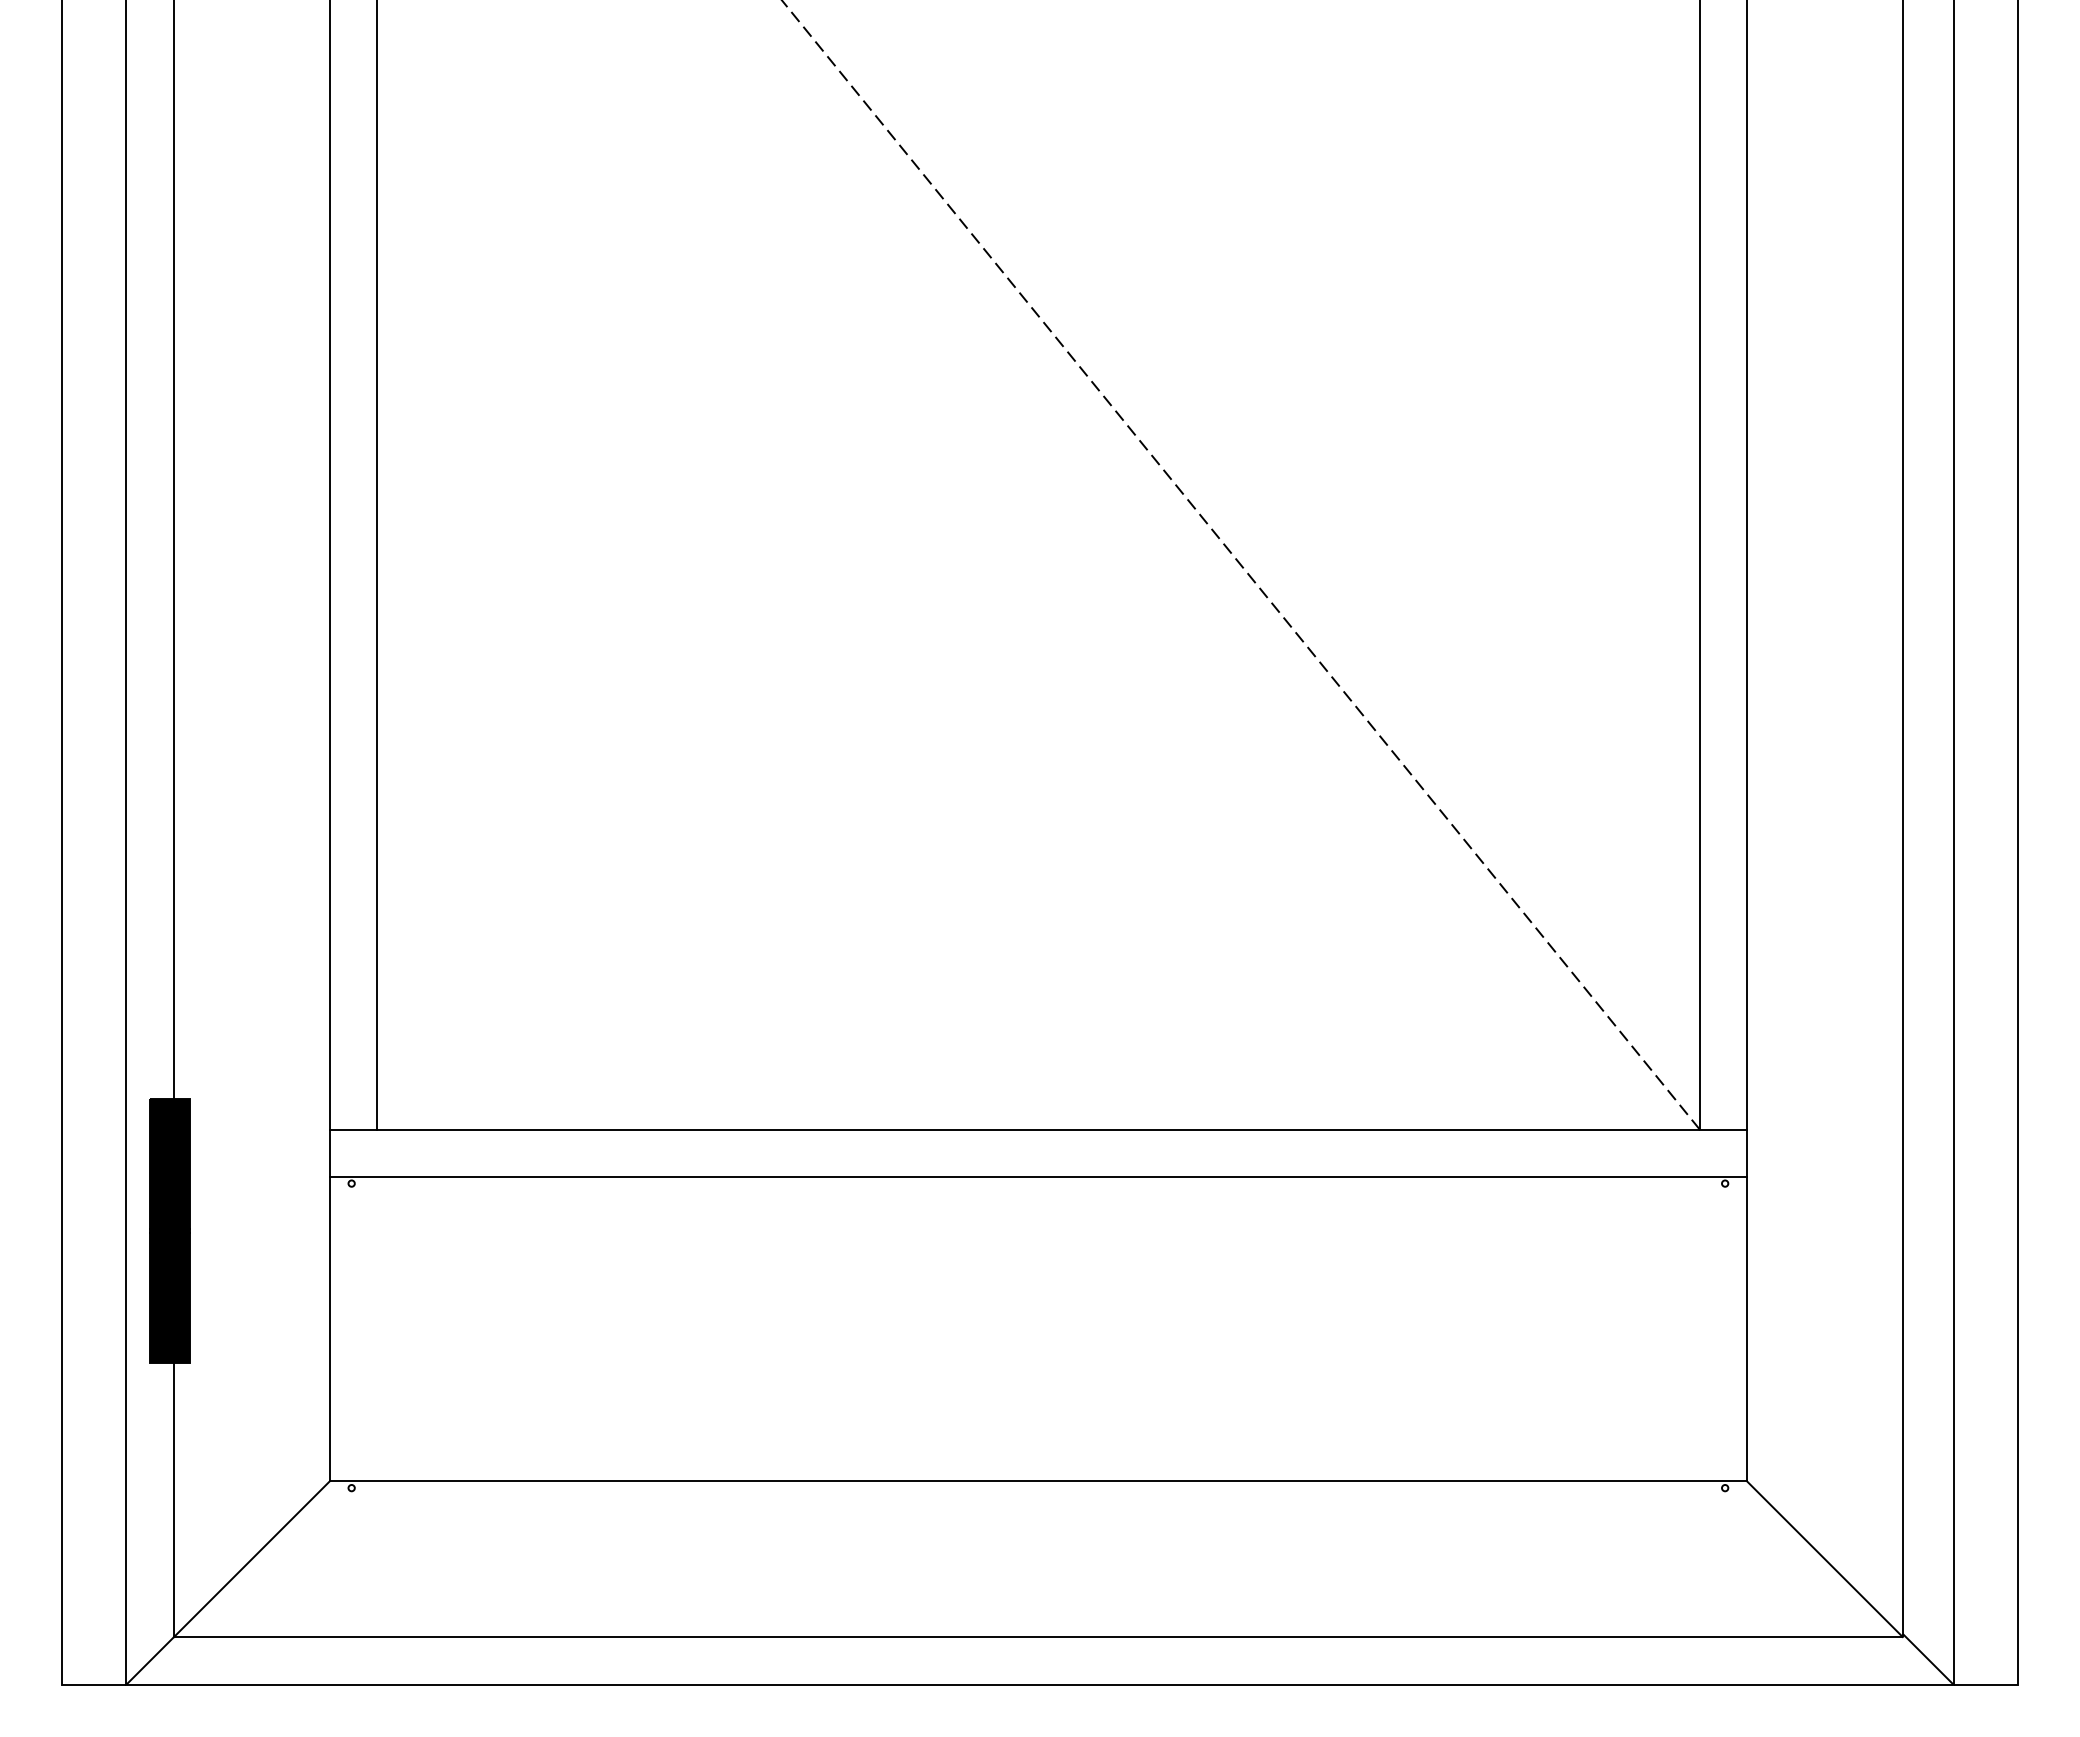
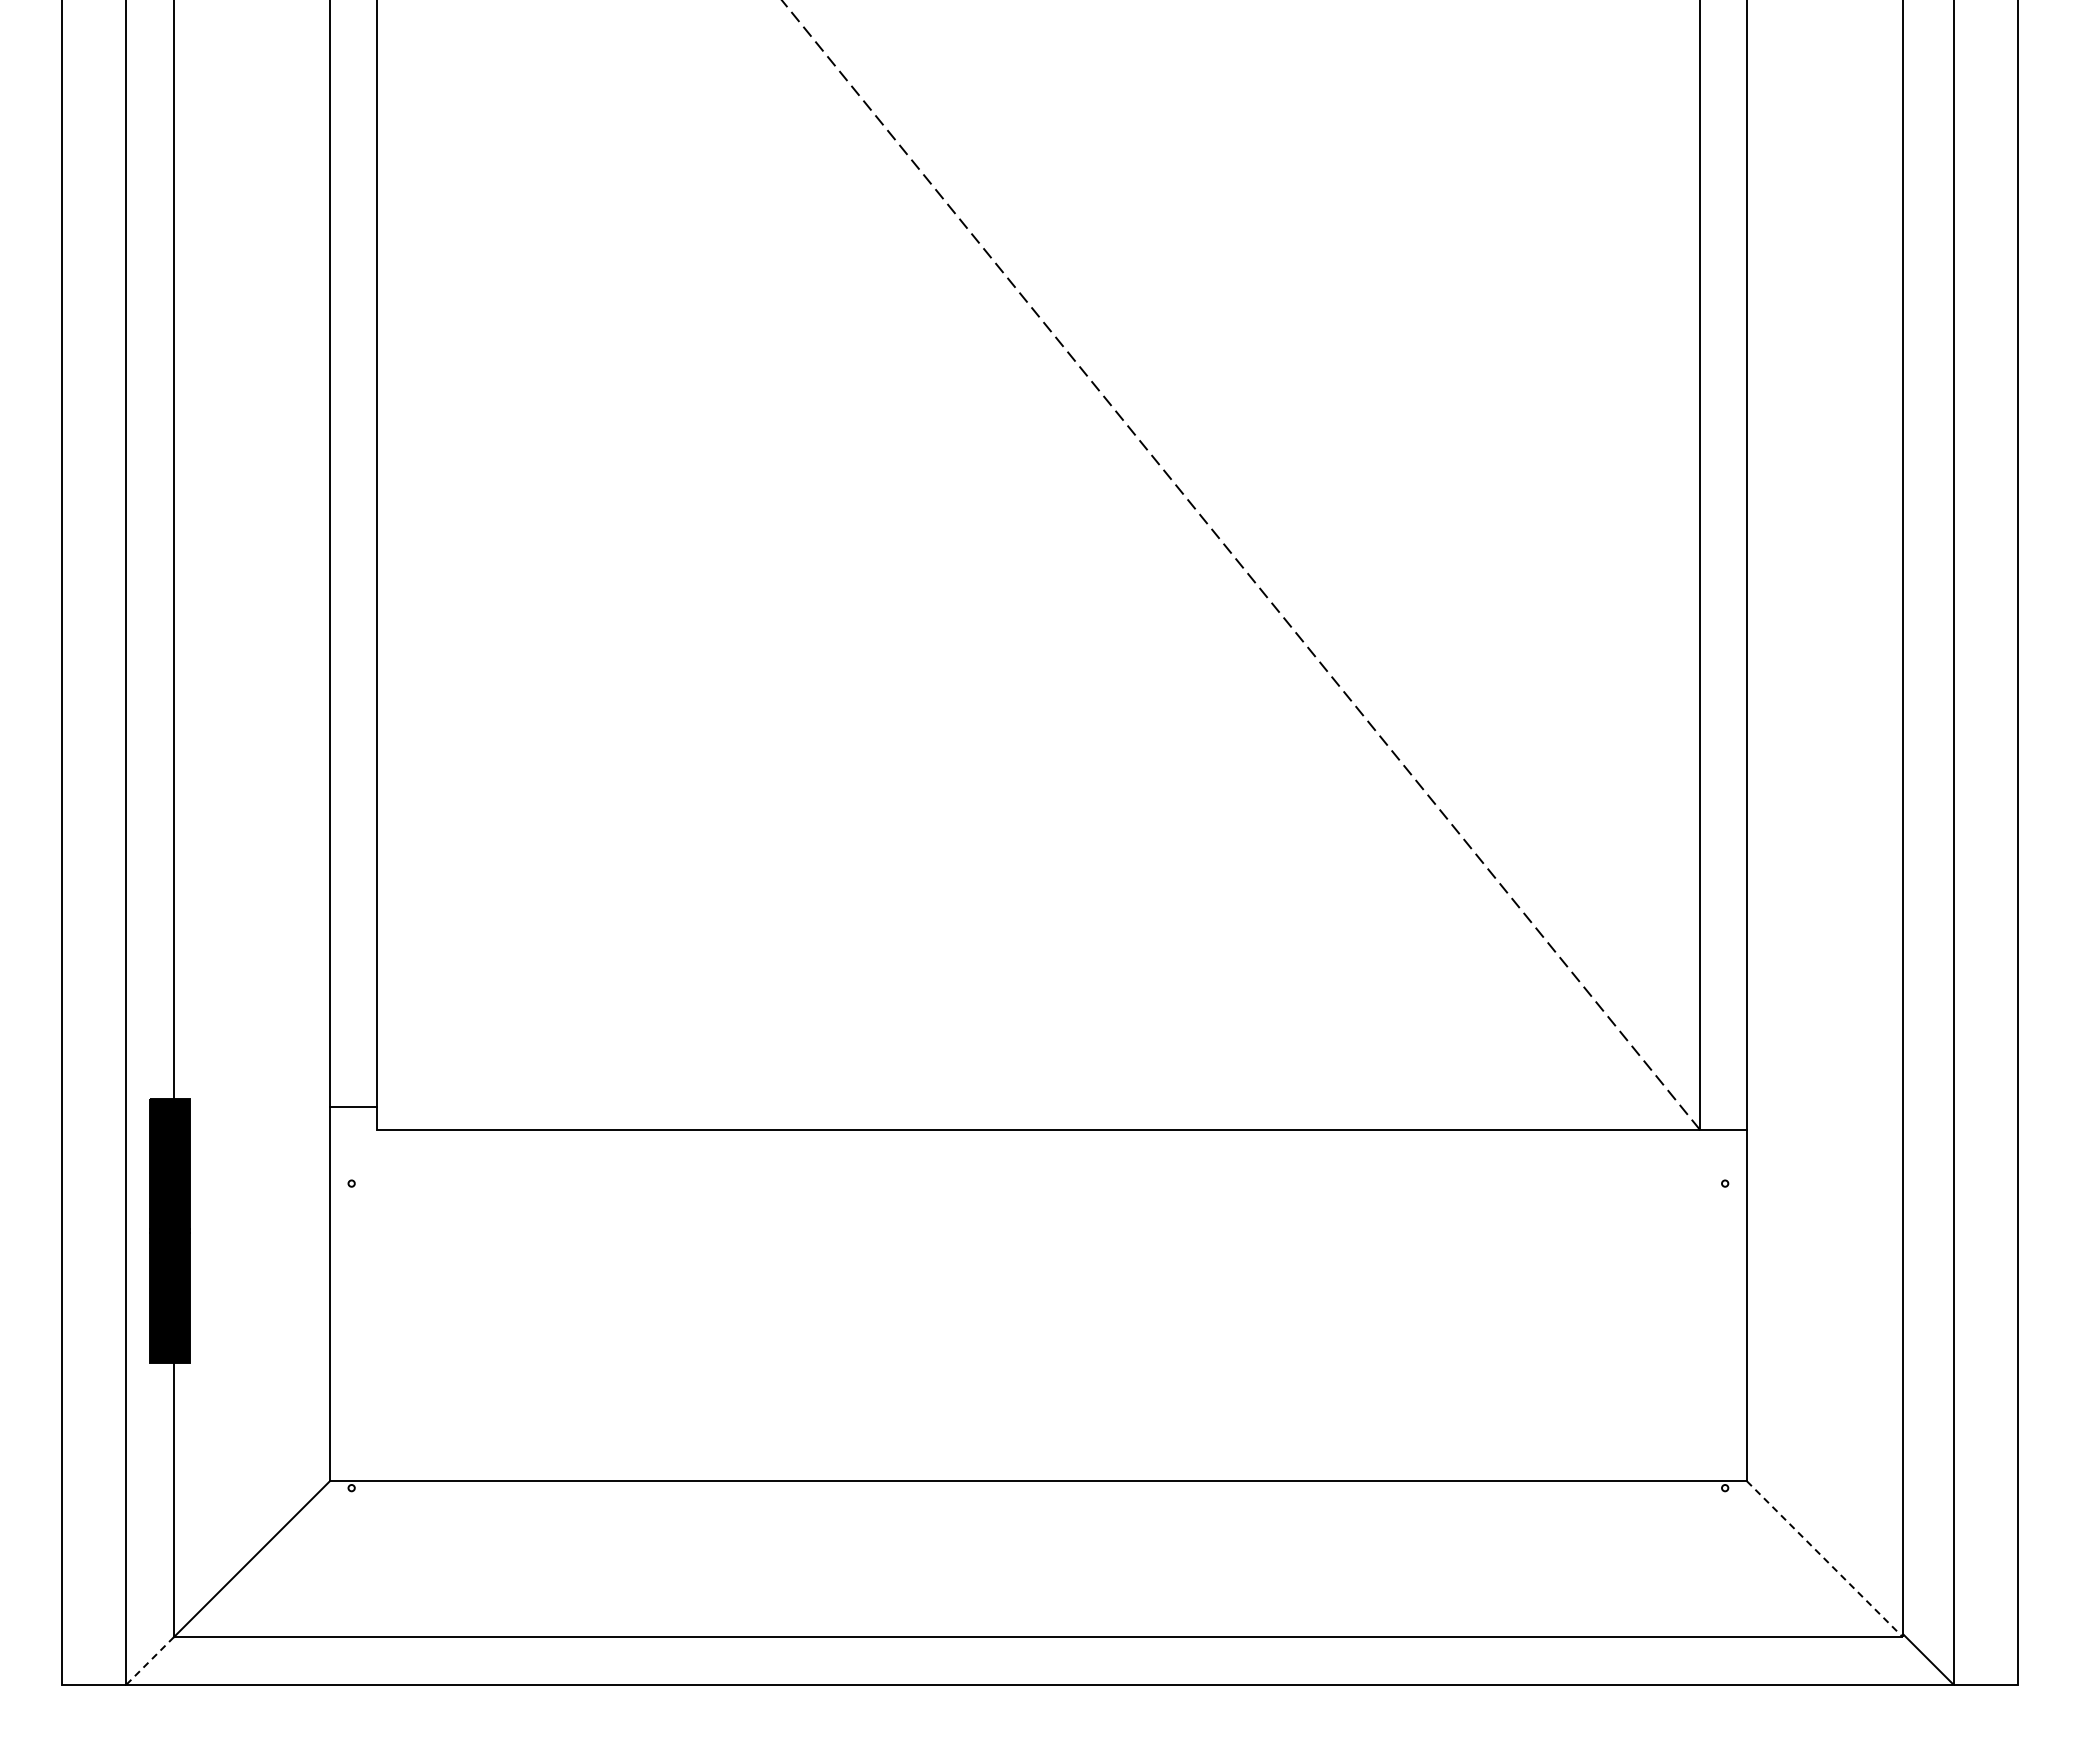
line at (353, 1129) position: (353, 1129) -> (353, 1106)
line at (1037, 1176): present -> none
line at (1825, 1559): solid -> dashed
line at (150, 1660): solid -> dashed
